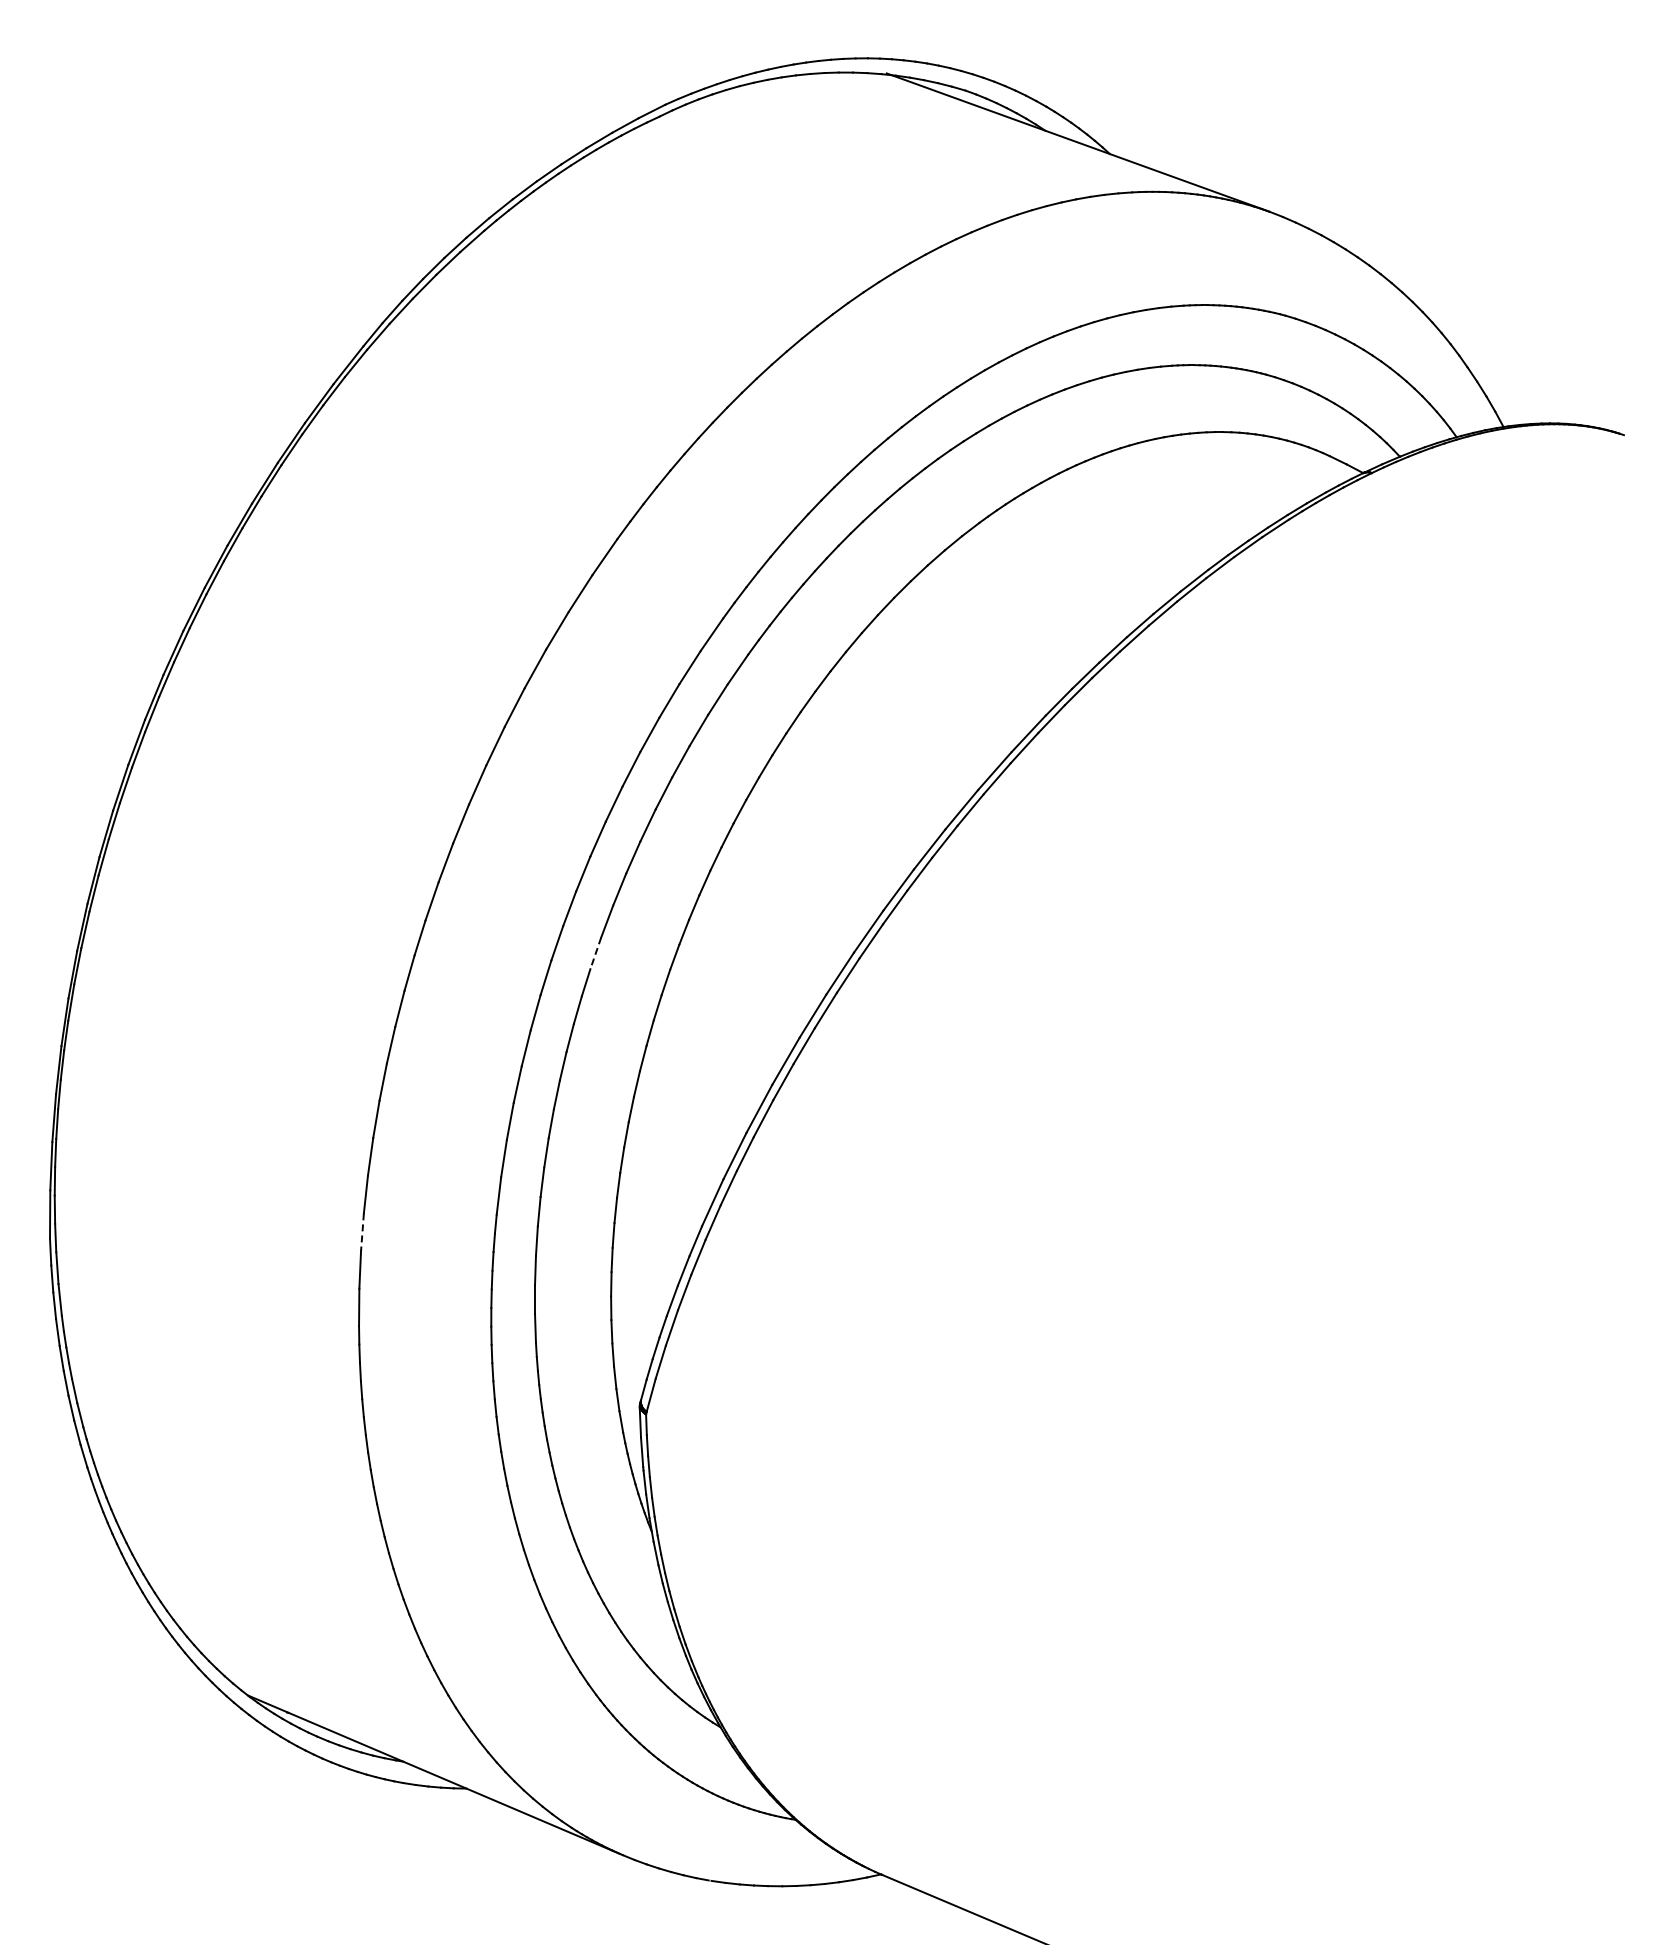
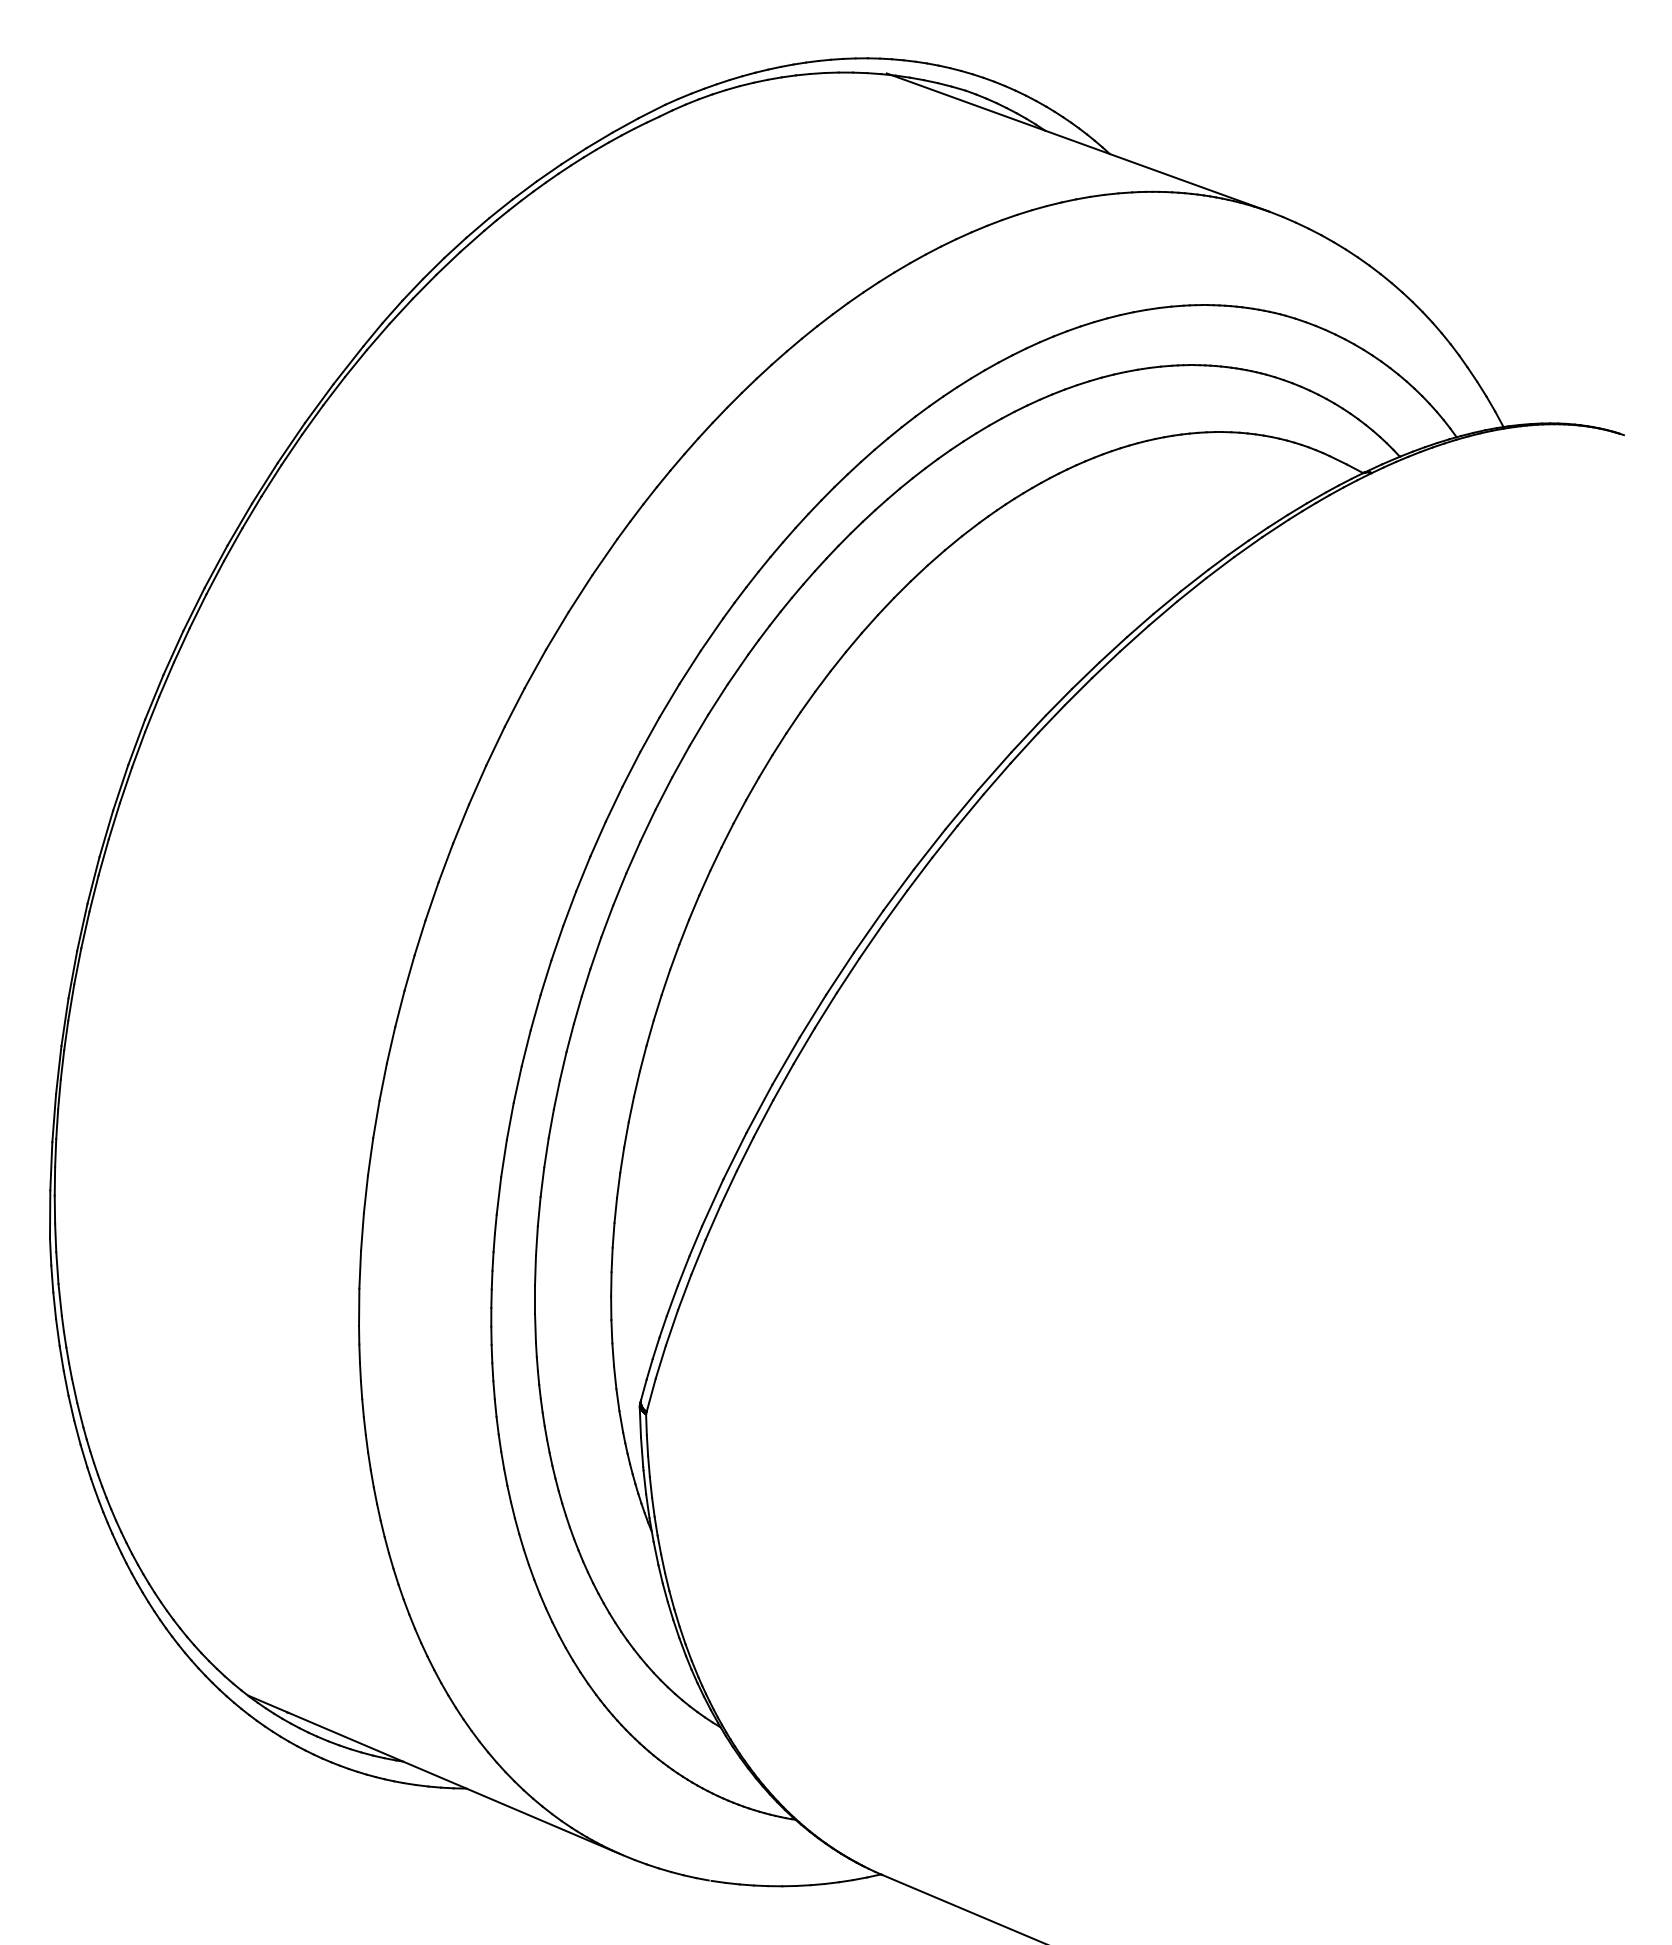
line at (595, 953): dashed -> solid
line at (362, 1232): dashed -> solid
